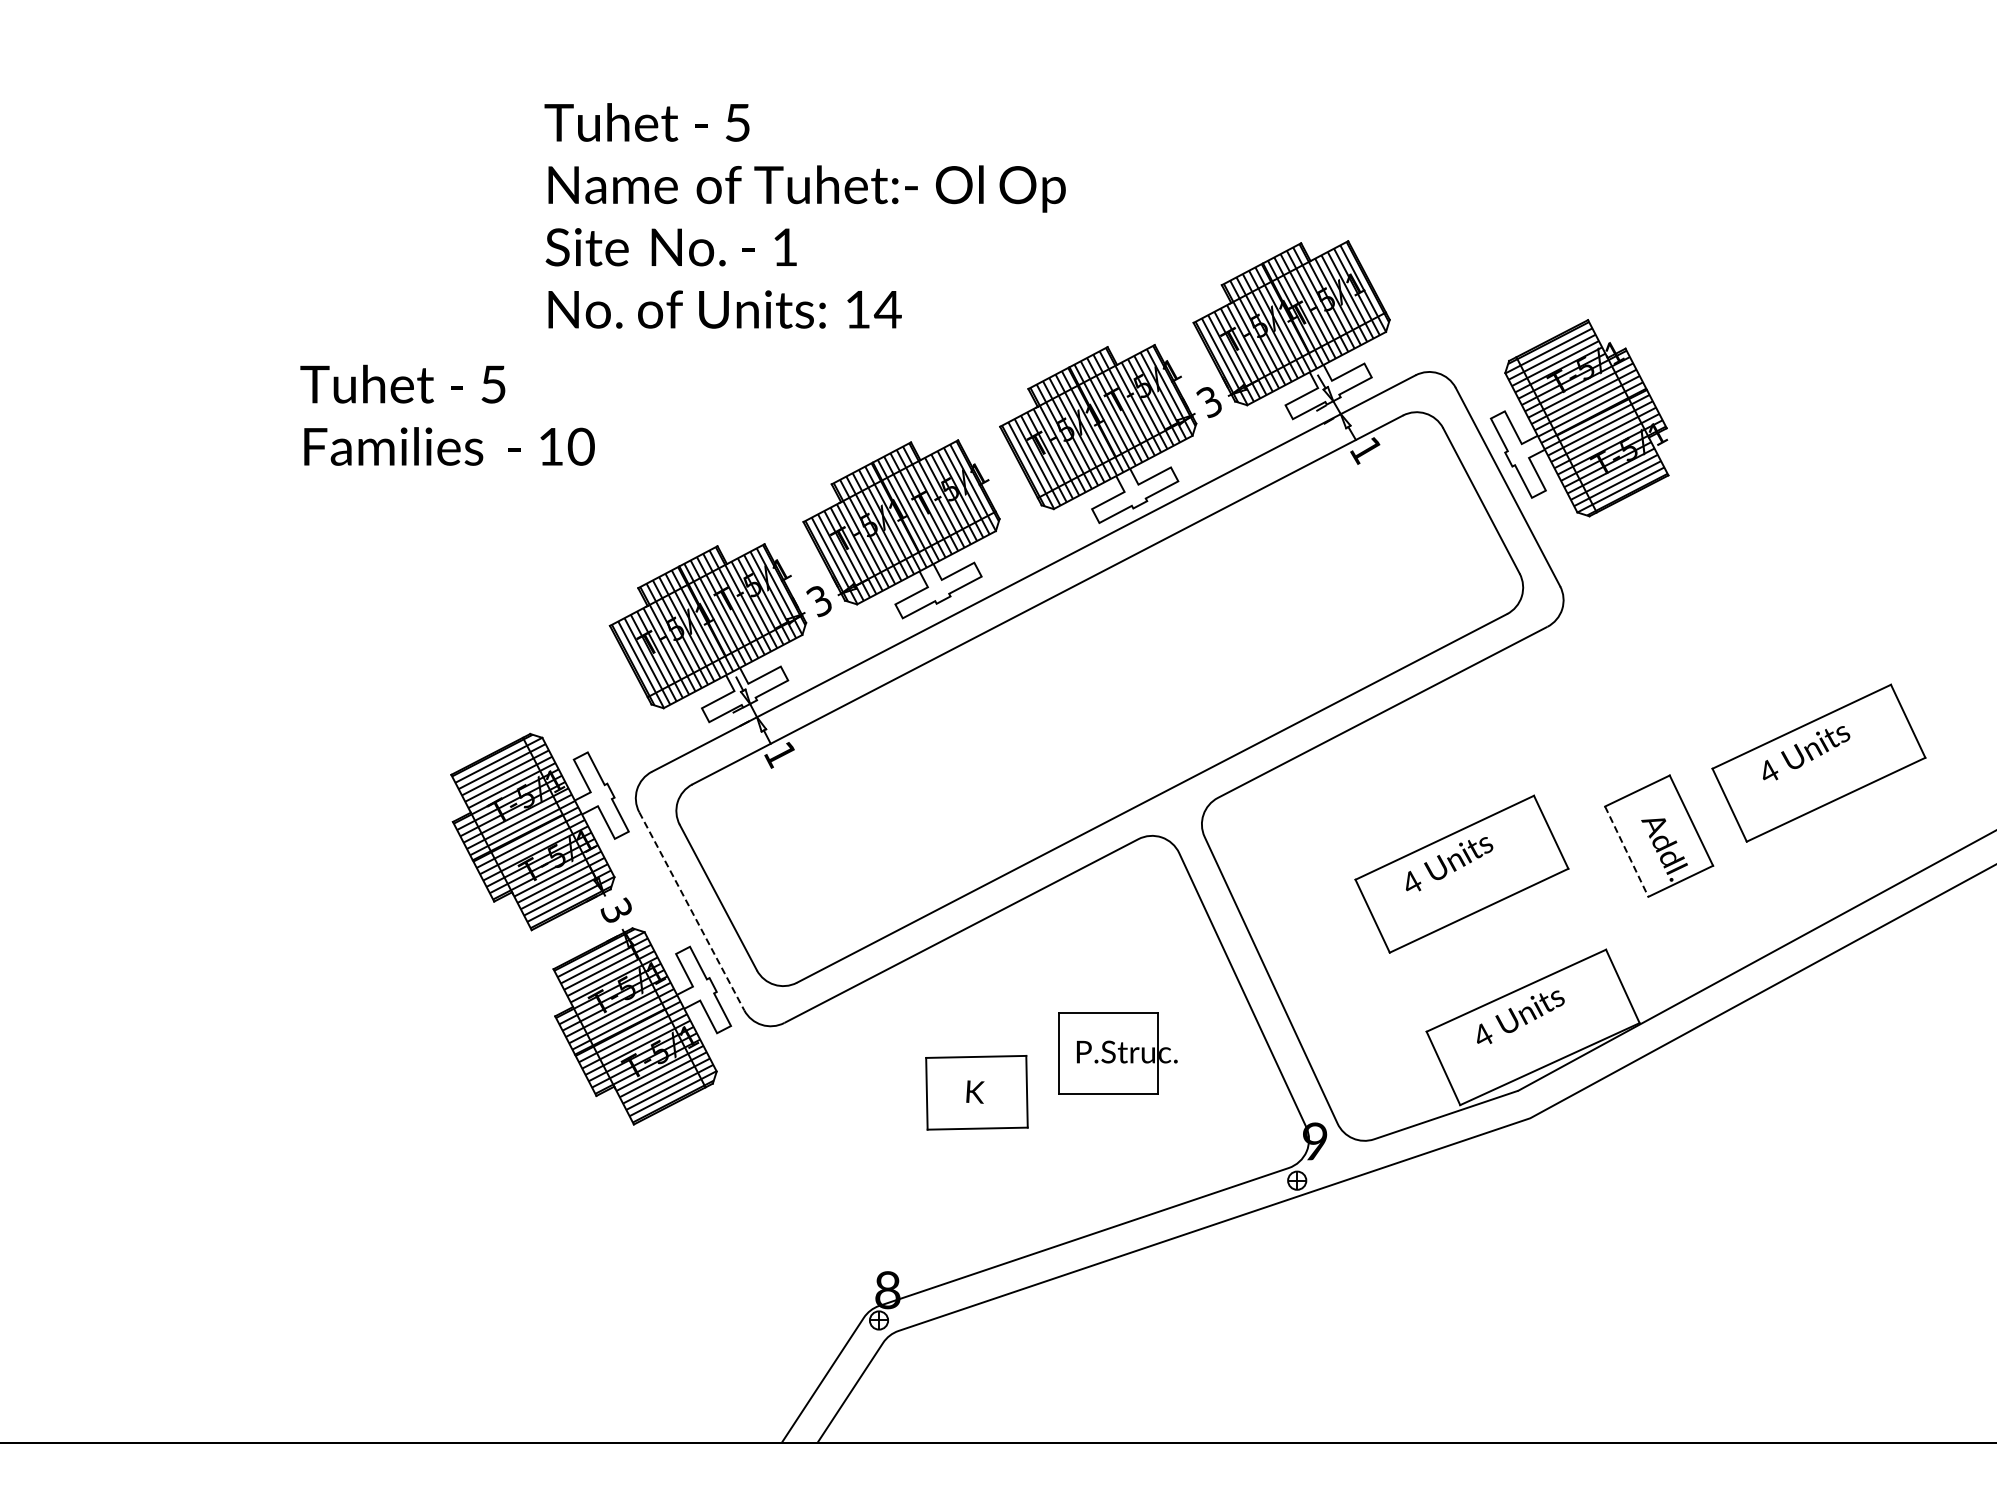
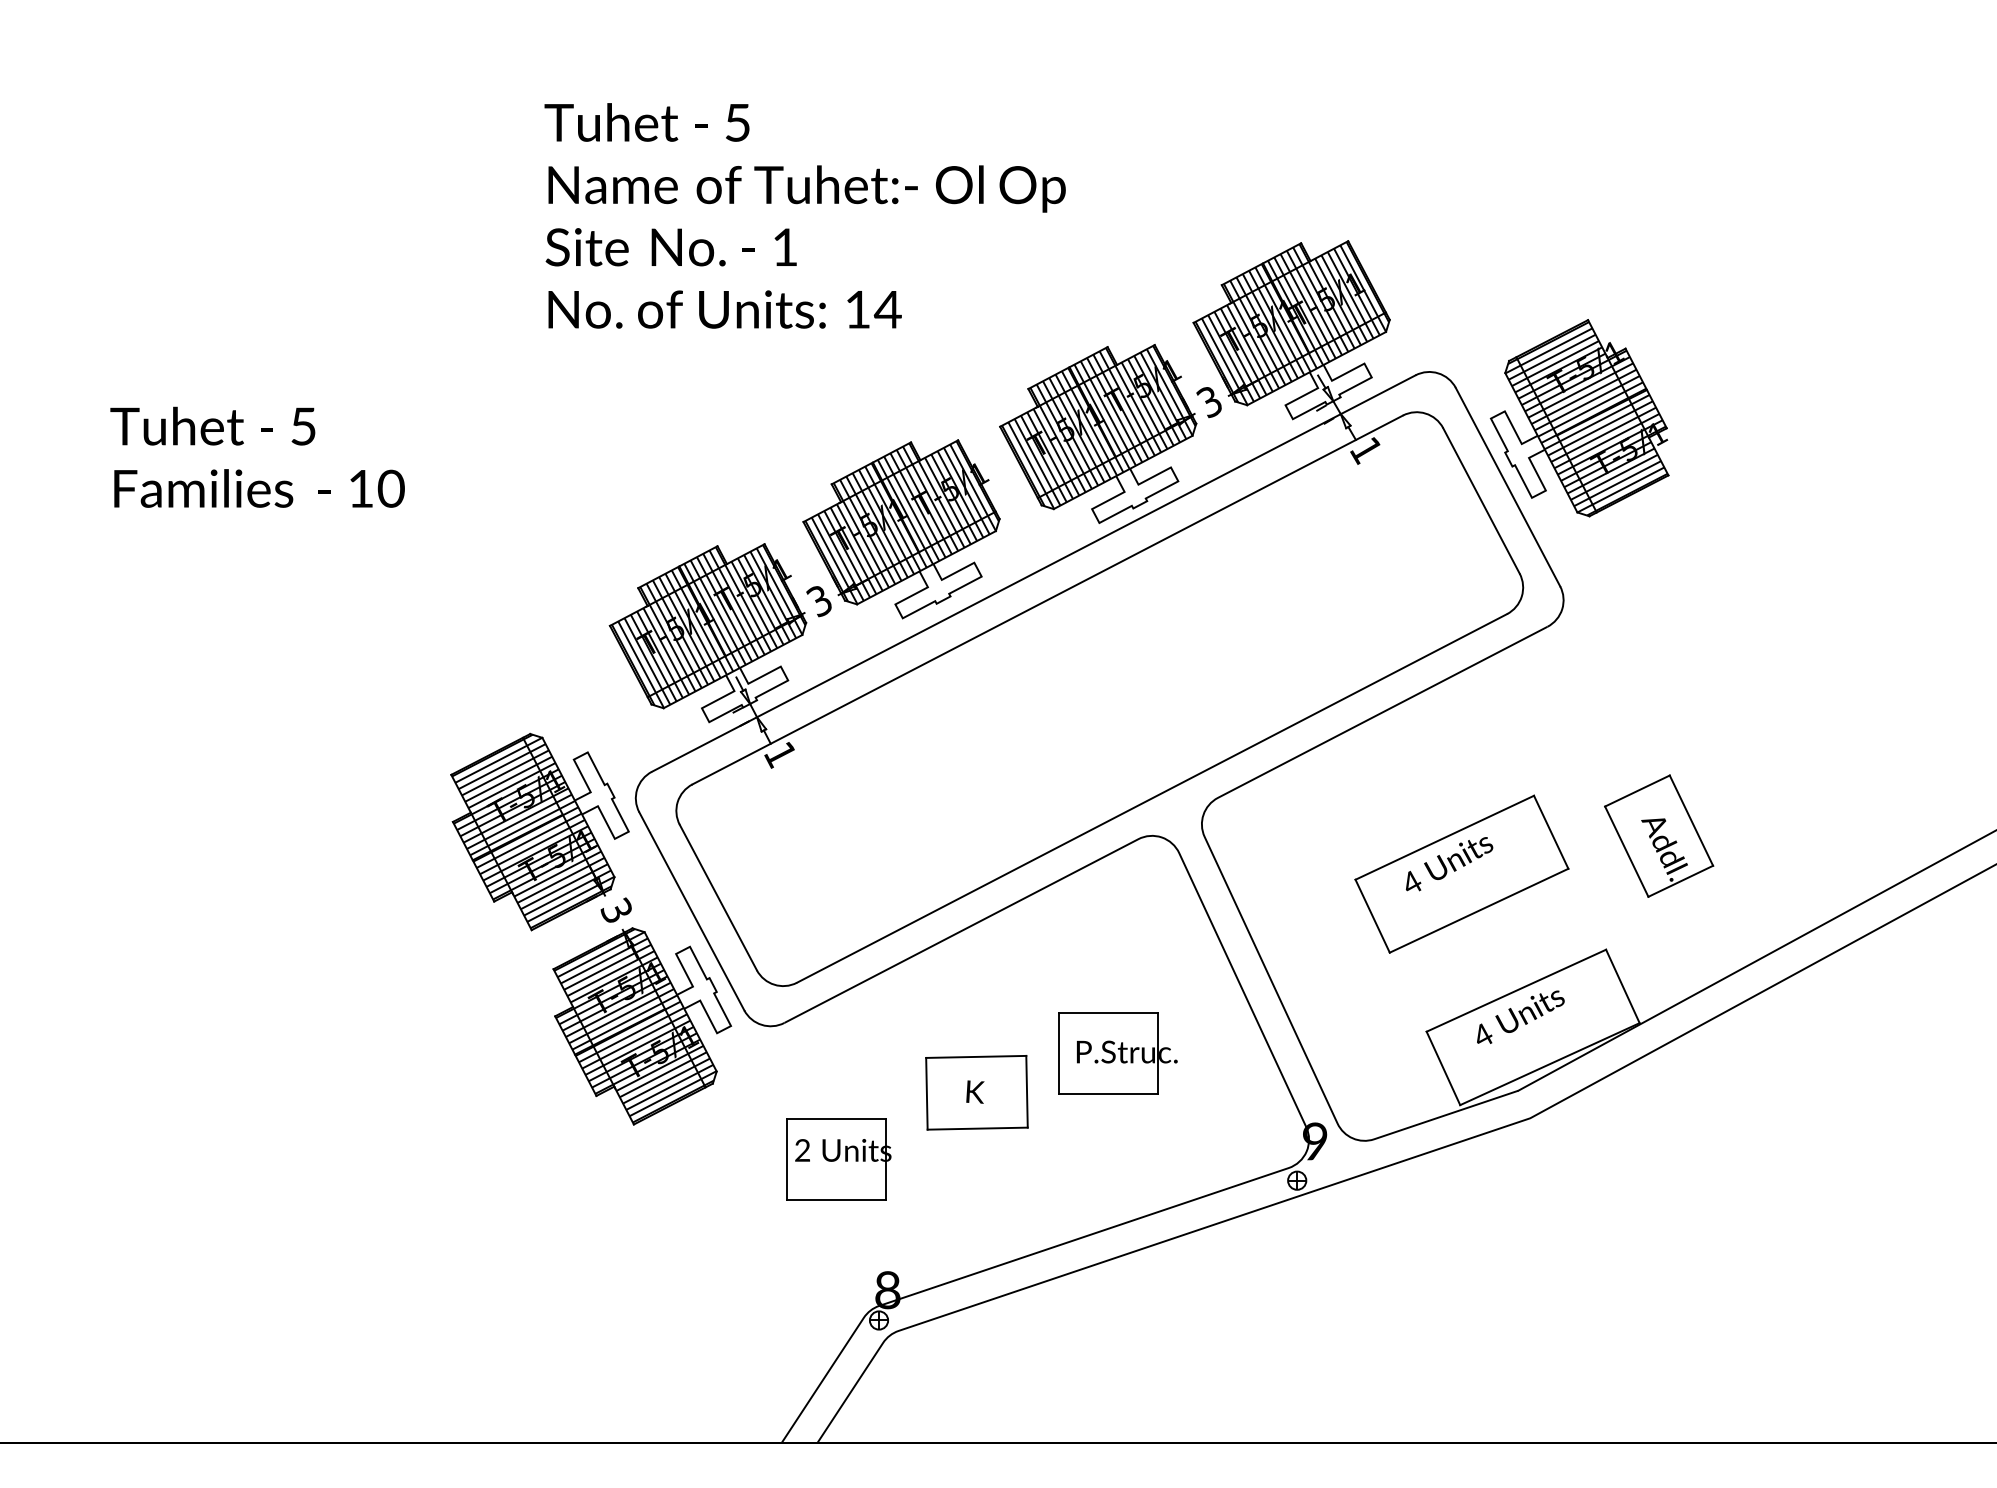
text at (447, 414) position: (447, 414) -> (257, 456)
part at (1818, 762): present -> none
line at (1626, 852): dashed -> solid
line at (692, 911): dashed -> solid
part at (838, 1159): none -> present
